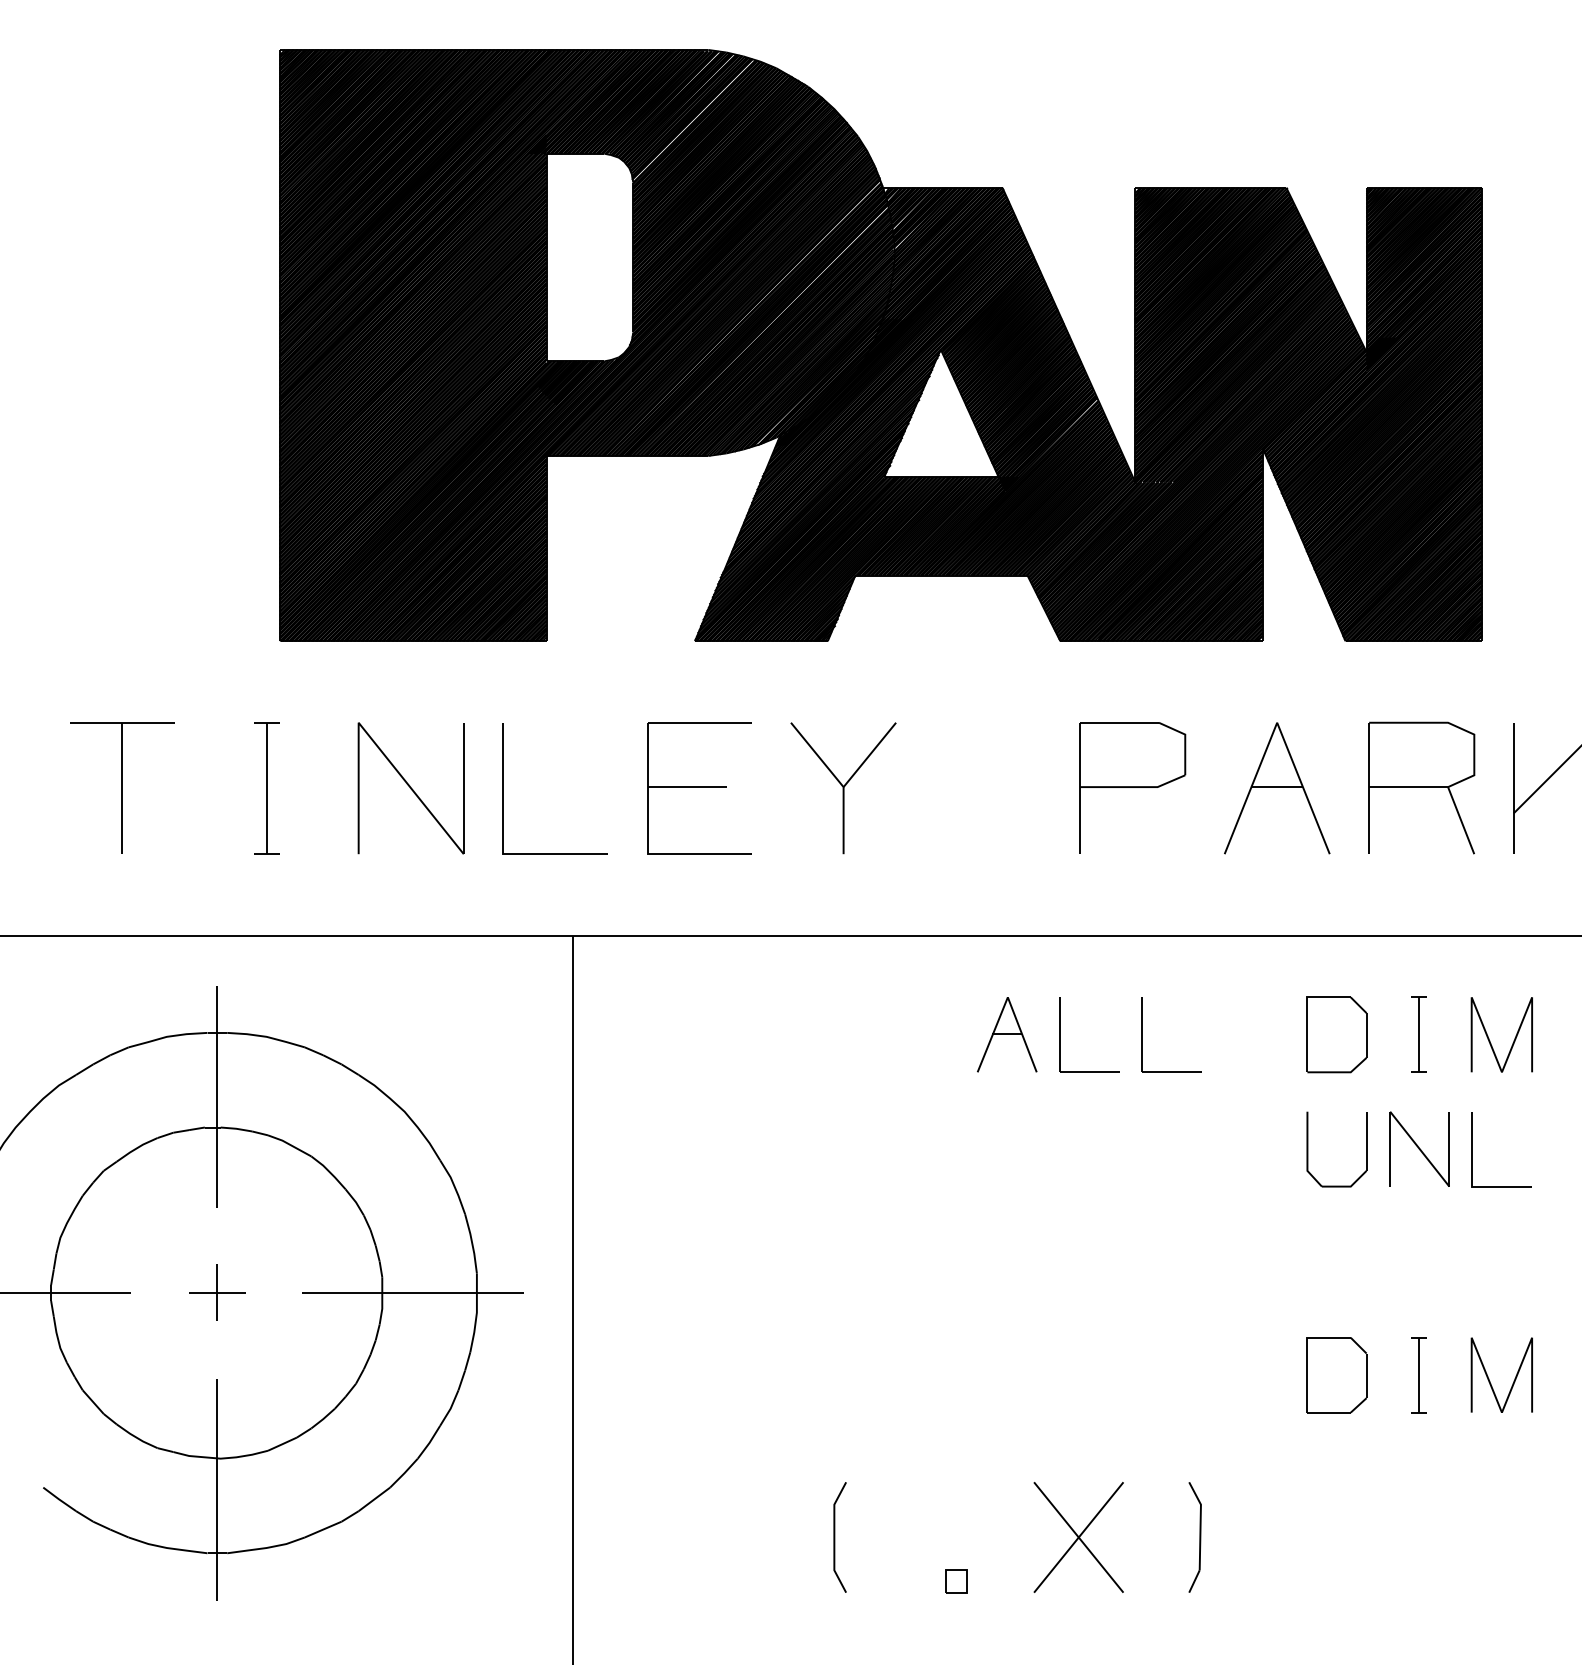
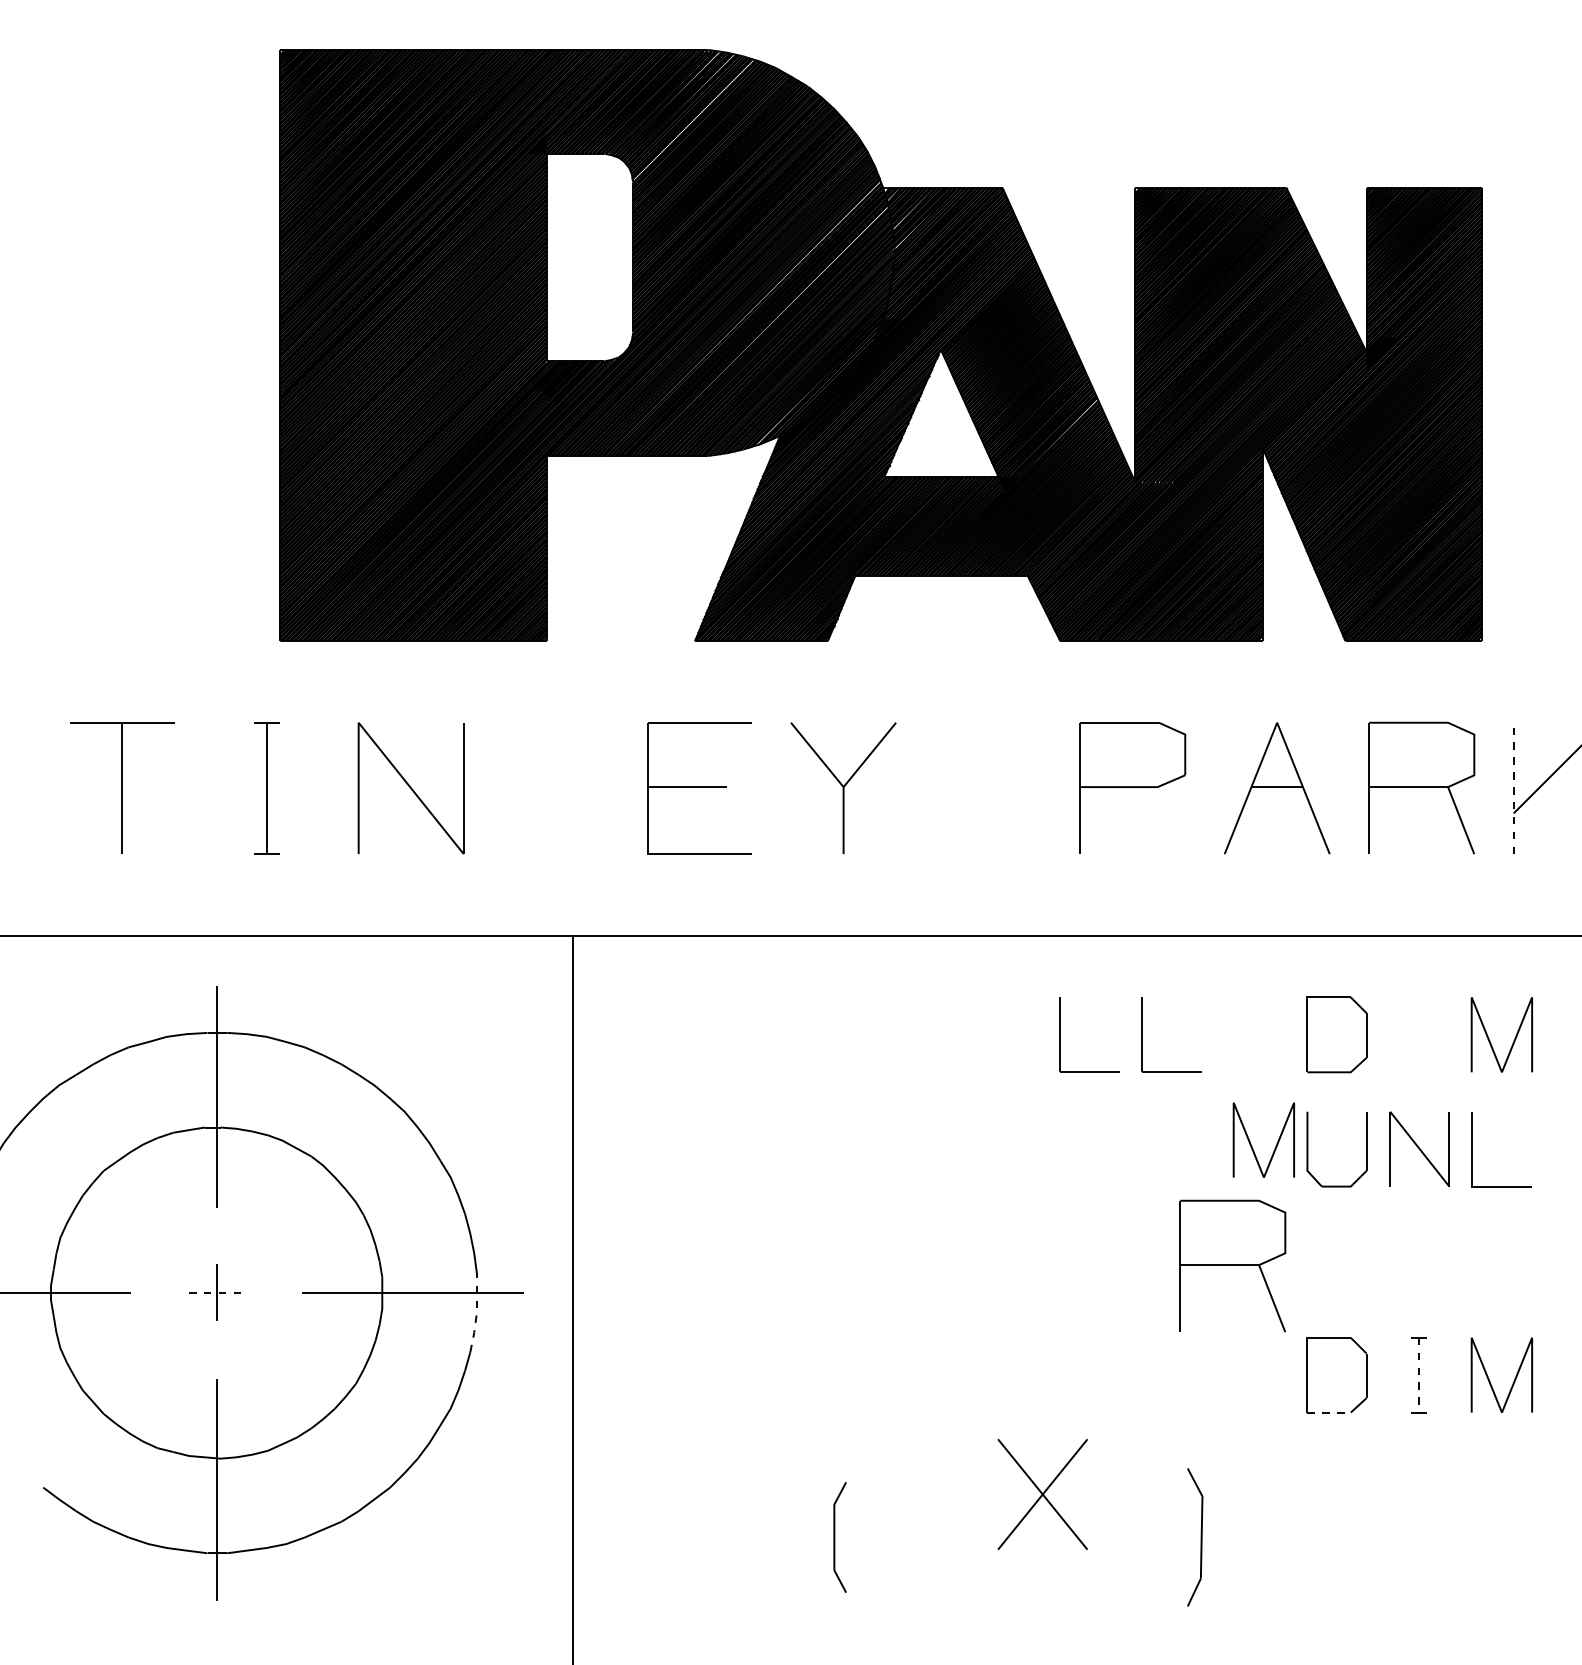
line at (503, 788): present -> none
line at (1513, 788): solid -> dashed
part at (1007, 1034): present -> none
part at (1418, 1034): present -> none
line at (1251, 1143): none -> present
part at (1232, 1265): none -> present
line at (217, 1293): solid -> dashed
line at (476, 1312): solid -> dashed
line at (1419, 1375): solid -> dashed
line at (1329, 1412): solid -> dashed
part at (1078, 1537) position: (1078, 1537) -> (1042, 1494)
part at (1194, 1537) size: 14x111 px -> 17x139 px
part at (956, 1581): present -> none
